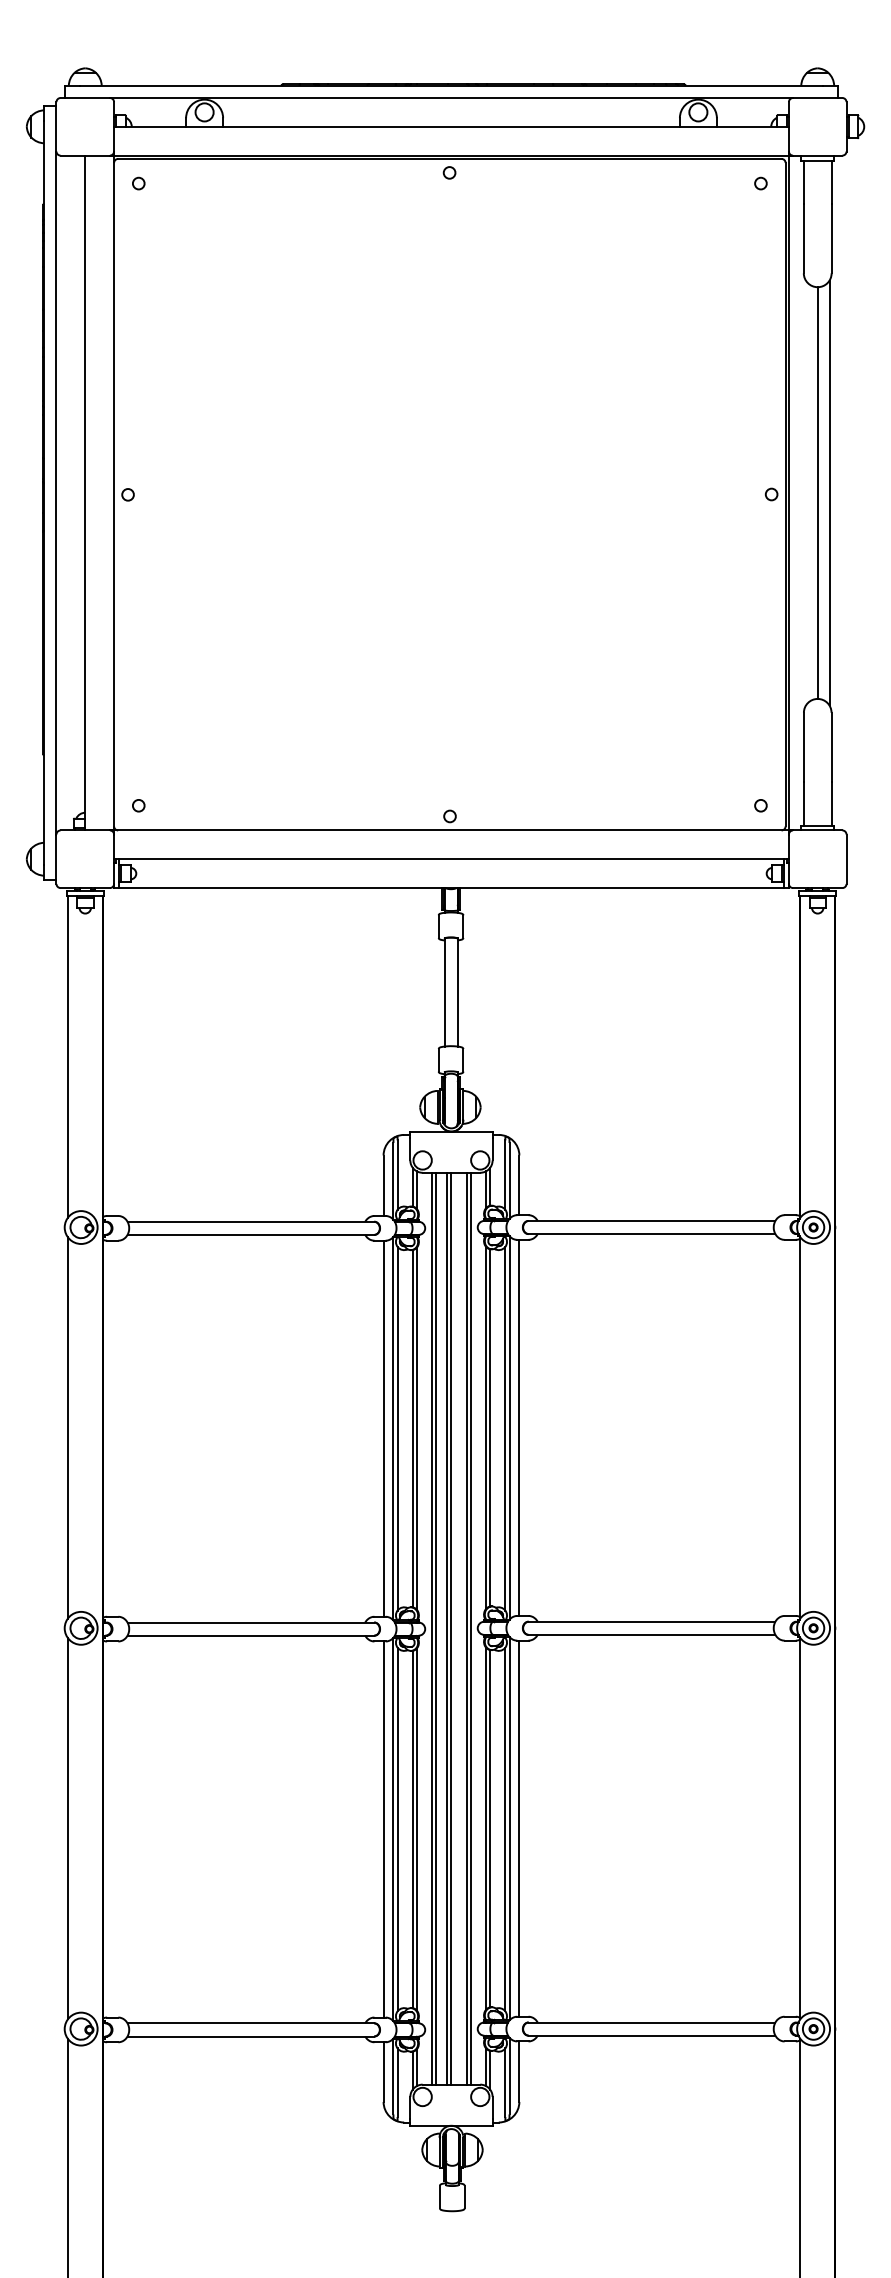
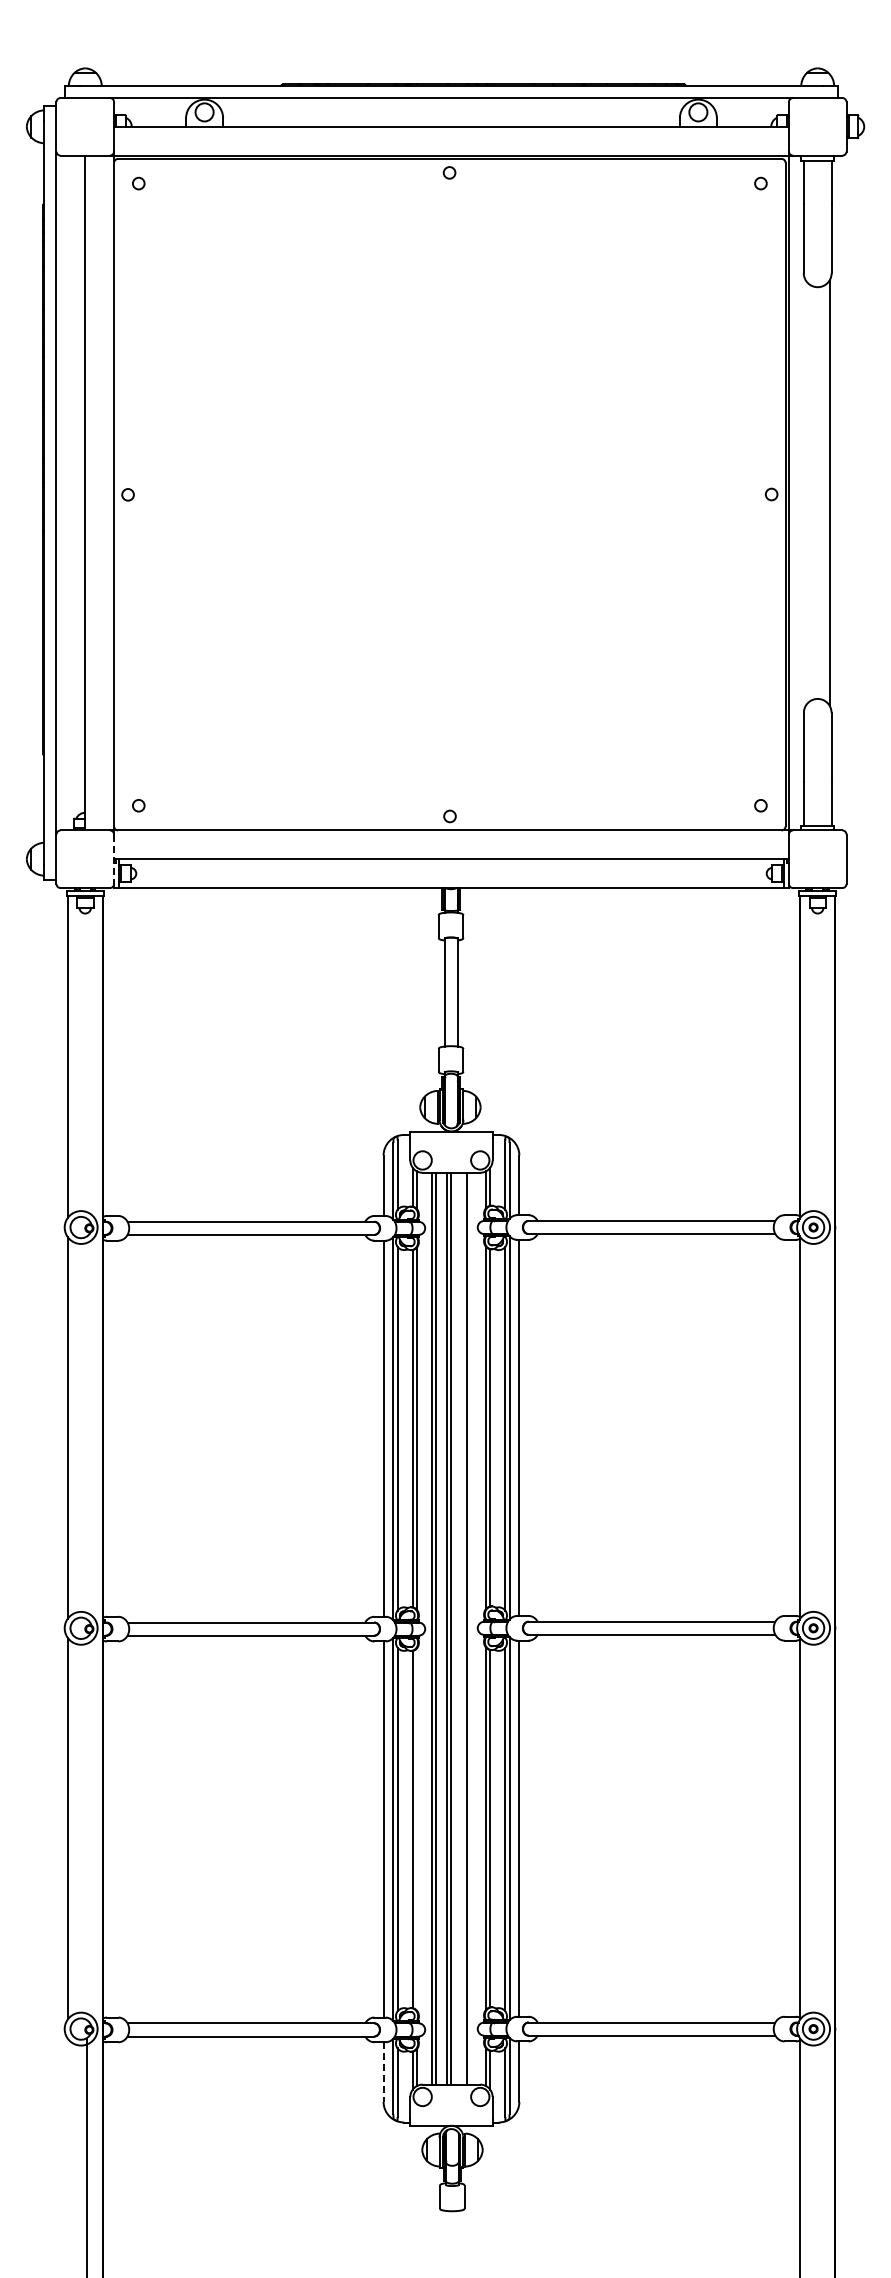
line at (817, 492): present -> none
line at (114, 859): solid -> dashed
line at (470, 1628): present -> none
line at (416, 1829): present -> none
line at (383, 2072): solid -> dashed
line at (67, 2156) position: (67, 2156) -> (86, 2156)
